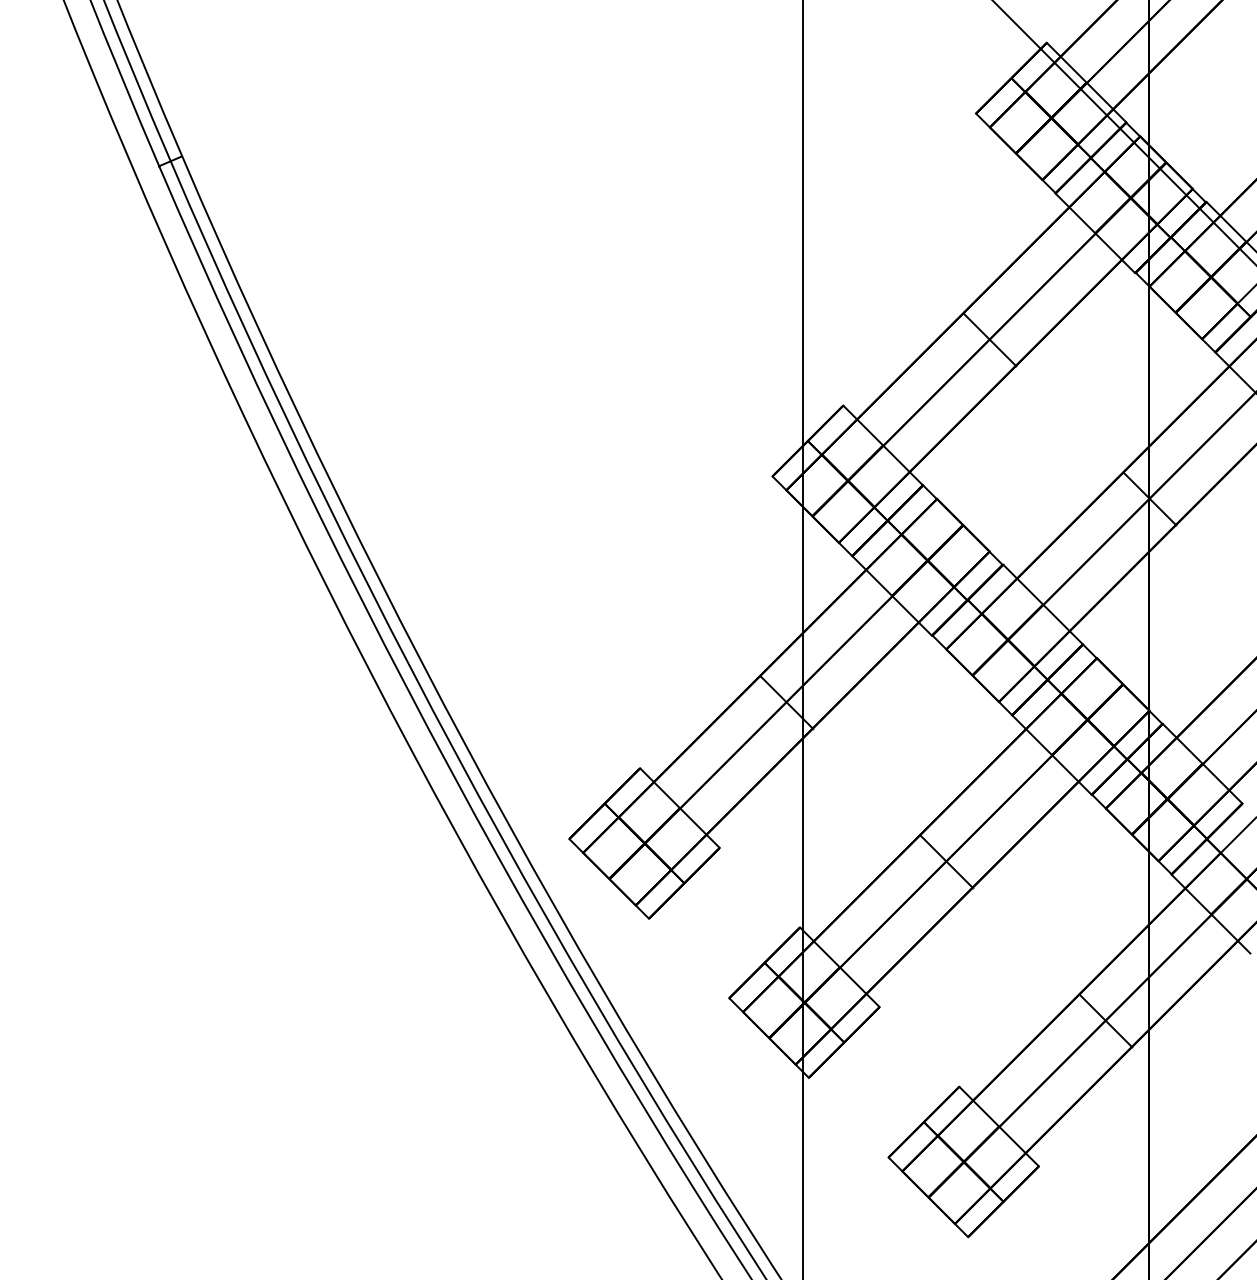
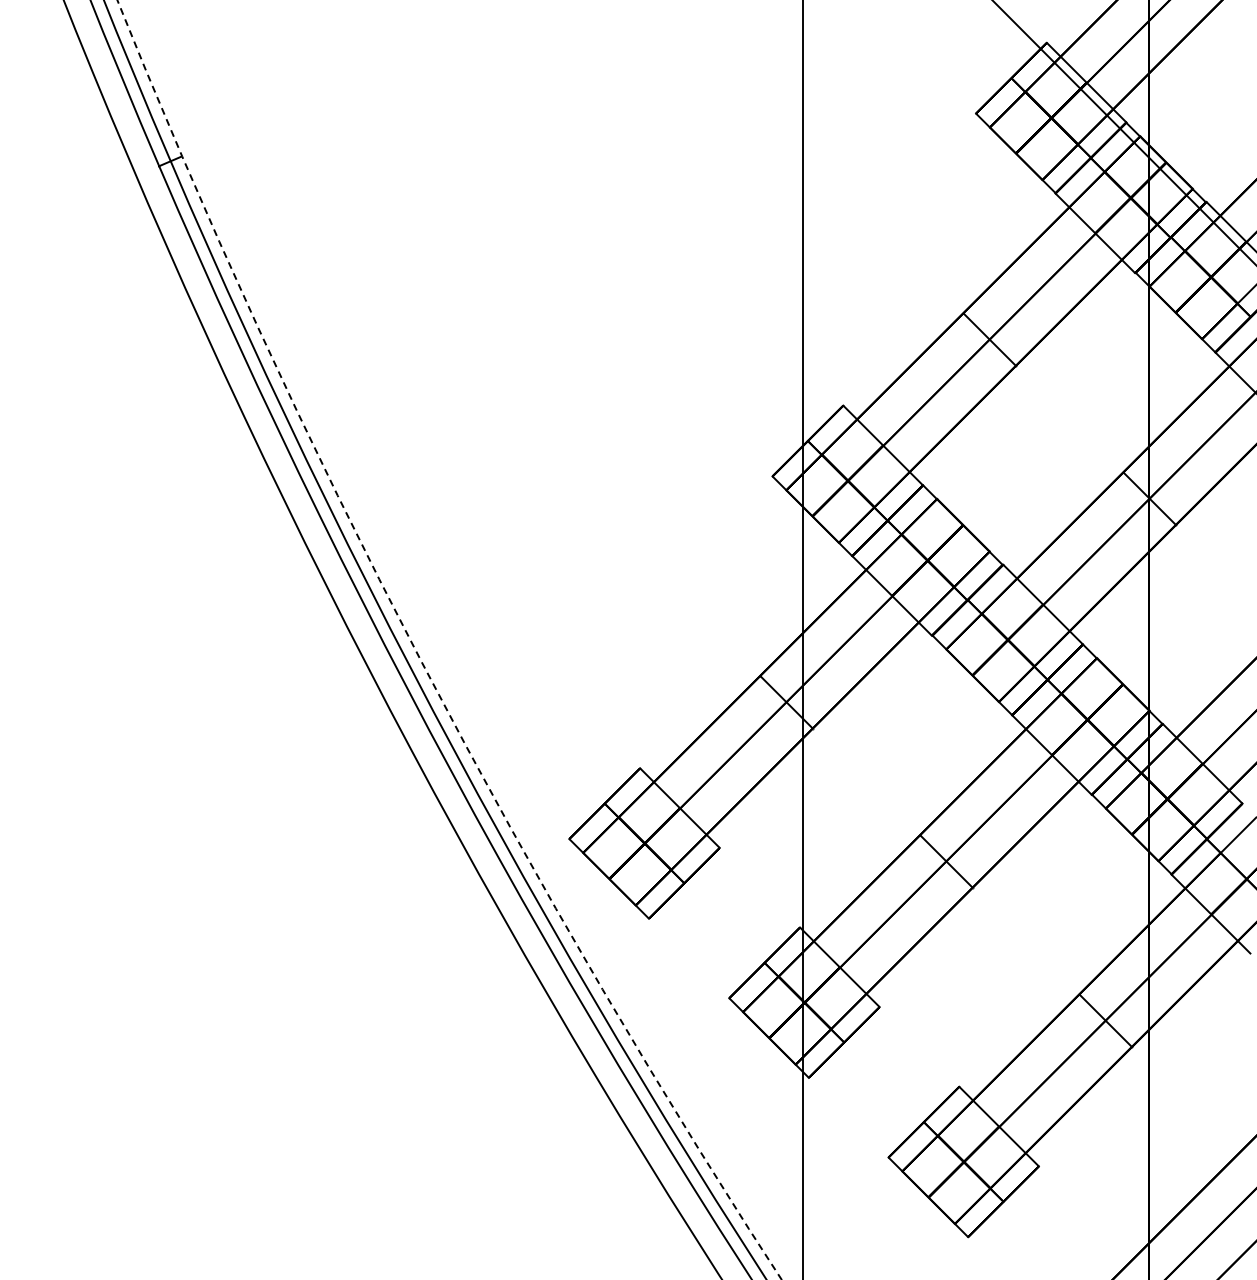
arc at (418, 656): solid -> dashed
